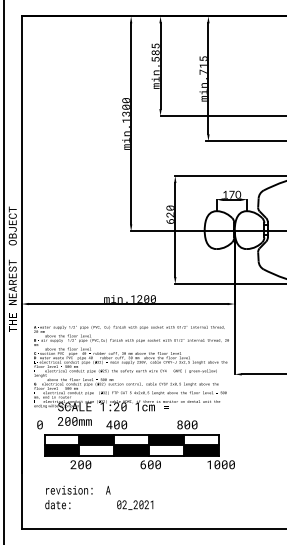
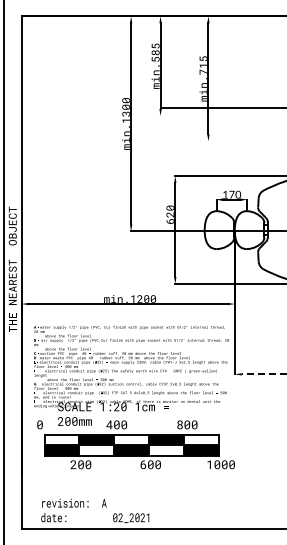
line at (221, 116) position: (221, 116) -> (221, 108)
line at (244, 141): present -> none
line at (263, 374): solid -> dashed
text at (99, 497) position: (99, 497) -> (95, 510)
